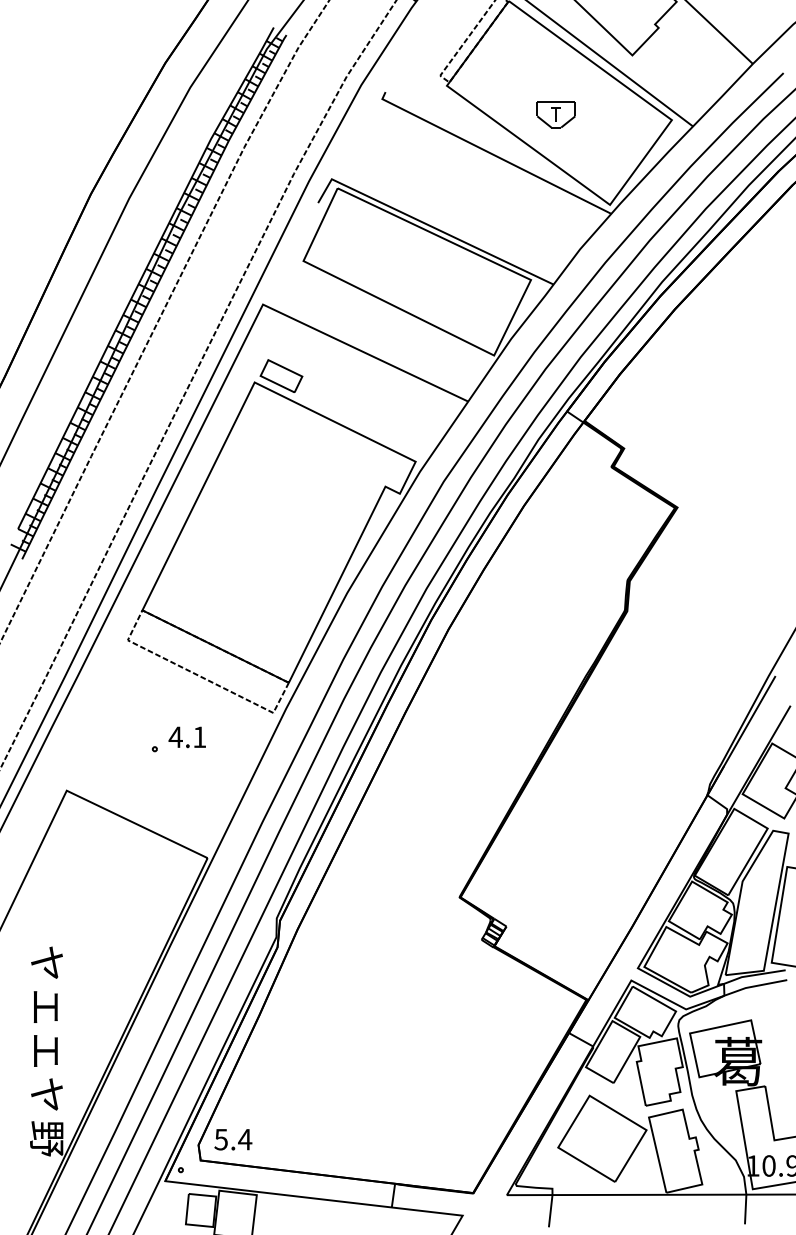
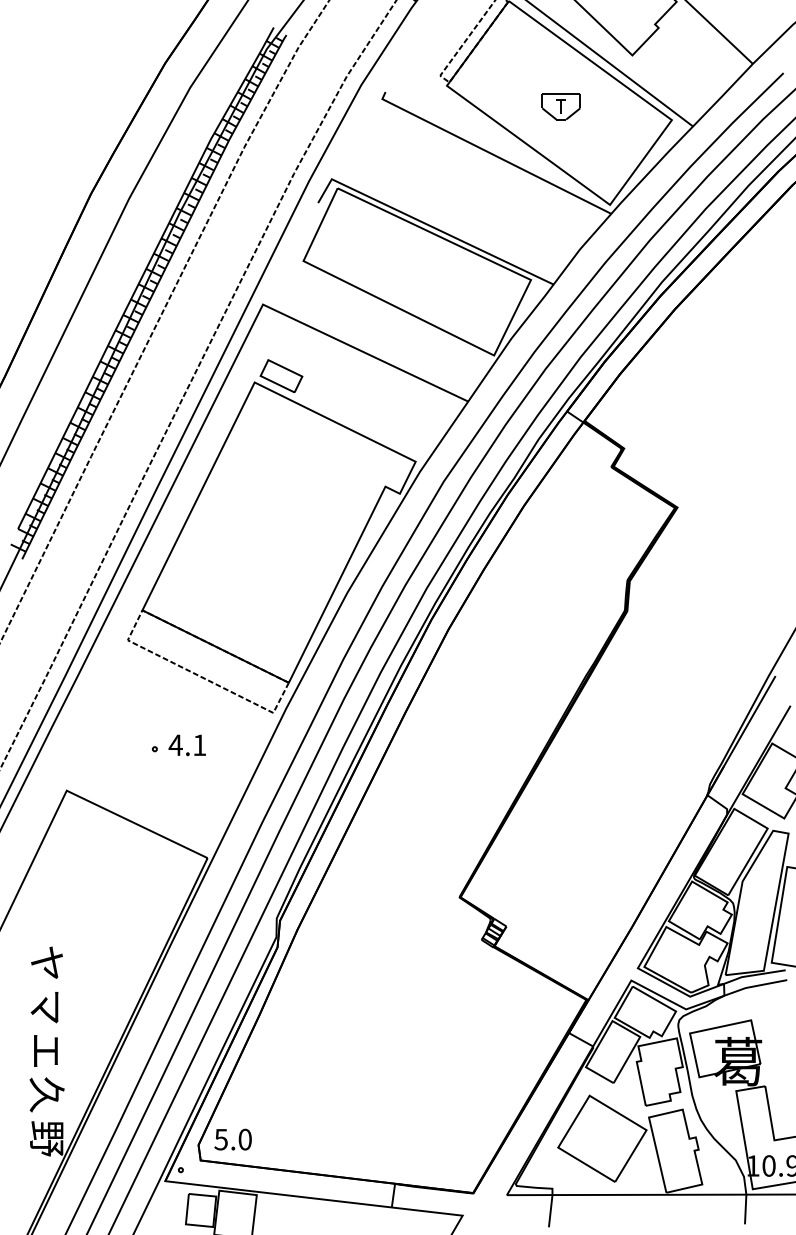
part at (555, 114) position: (555, 114) -> (560, 106)
text at (186, 737) position: (186, 737) -> (186, 745)
text at (44, 1007): エ -> マ
text at (46, 1094): ヤ -> 久
text at (245, 1139): 5.4 -> 5.0
